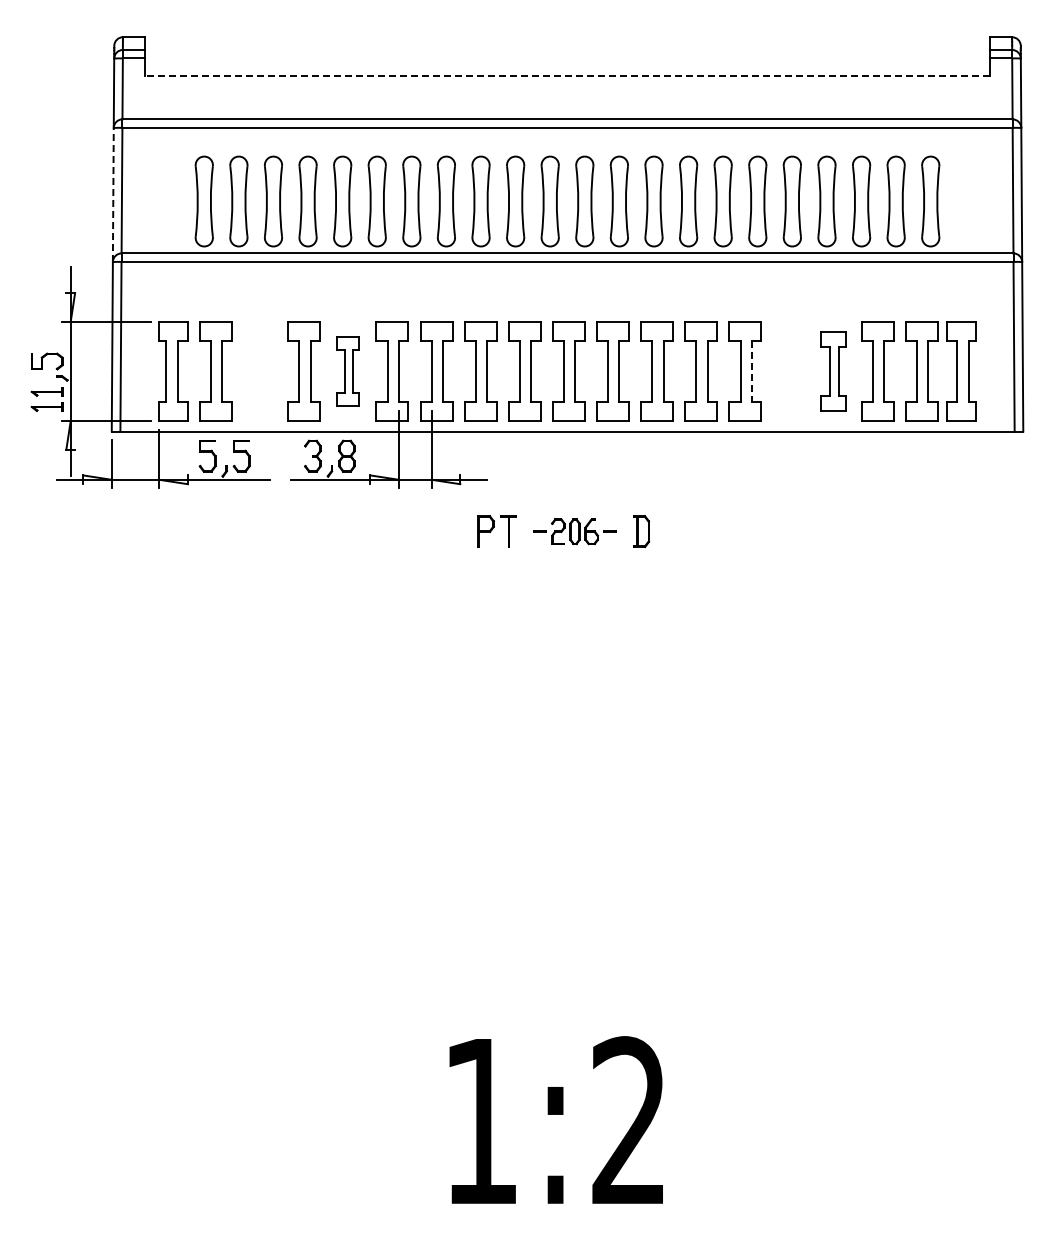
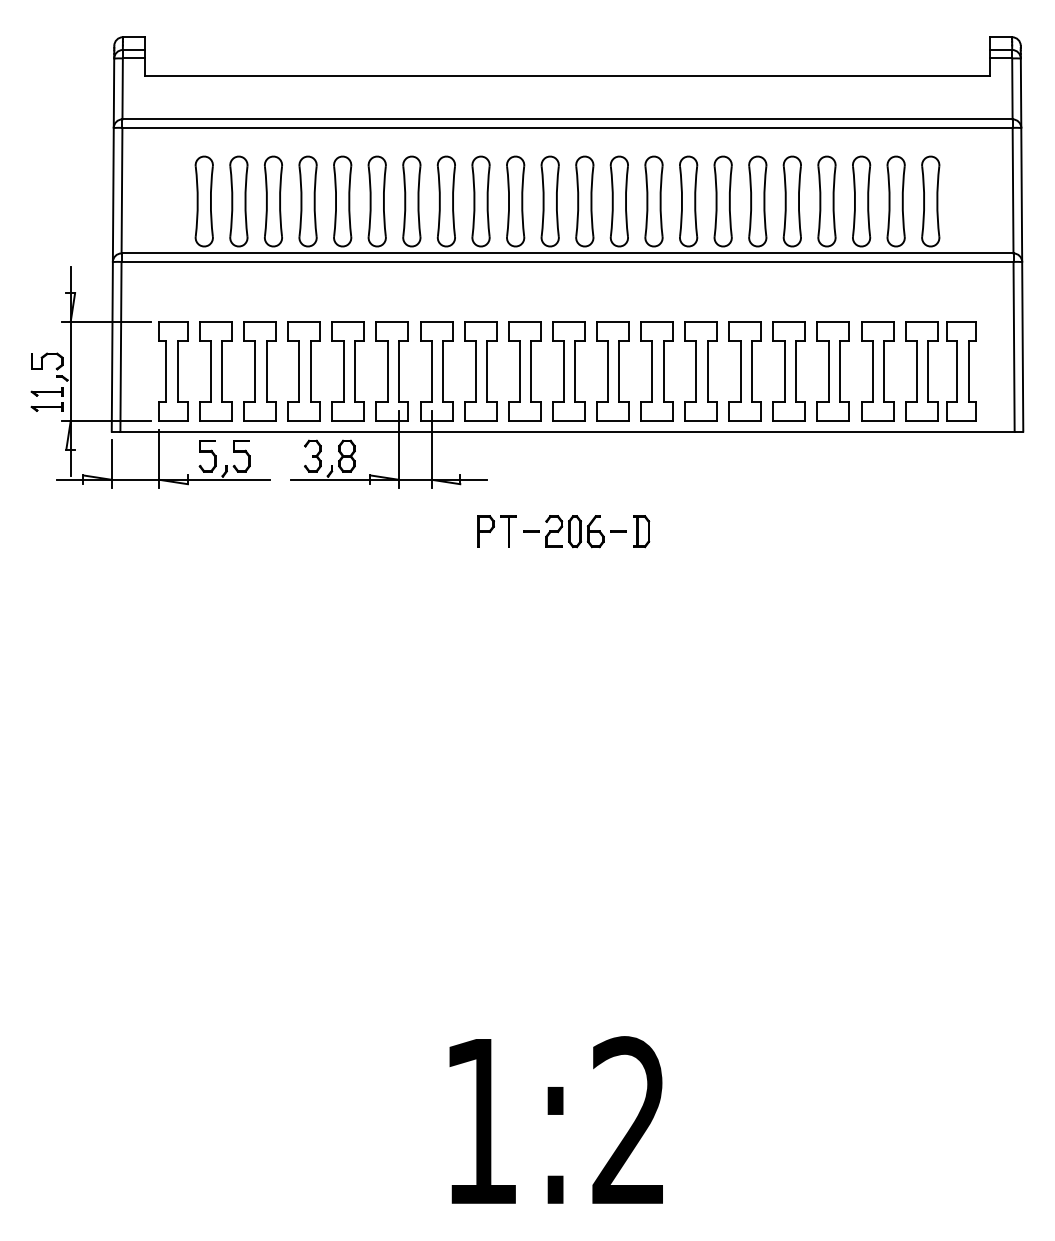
line at (567, 76): dashed -> solid
line at (113, 194): dashed -> solid
part at (259, 371): none -> present
part at (347, 371) size: 24x71 px -> 34x101 px
line at (751, 371): dashed -> solid
part at (788, 371): none -> present
part at (833, 371) size: 27x81 px -> 34x101 px
part at (574, 531) size: 84x28 px -> 104x34 px
